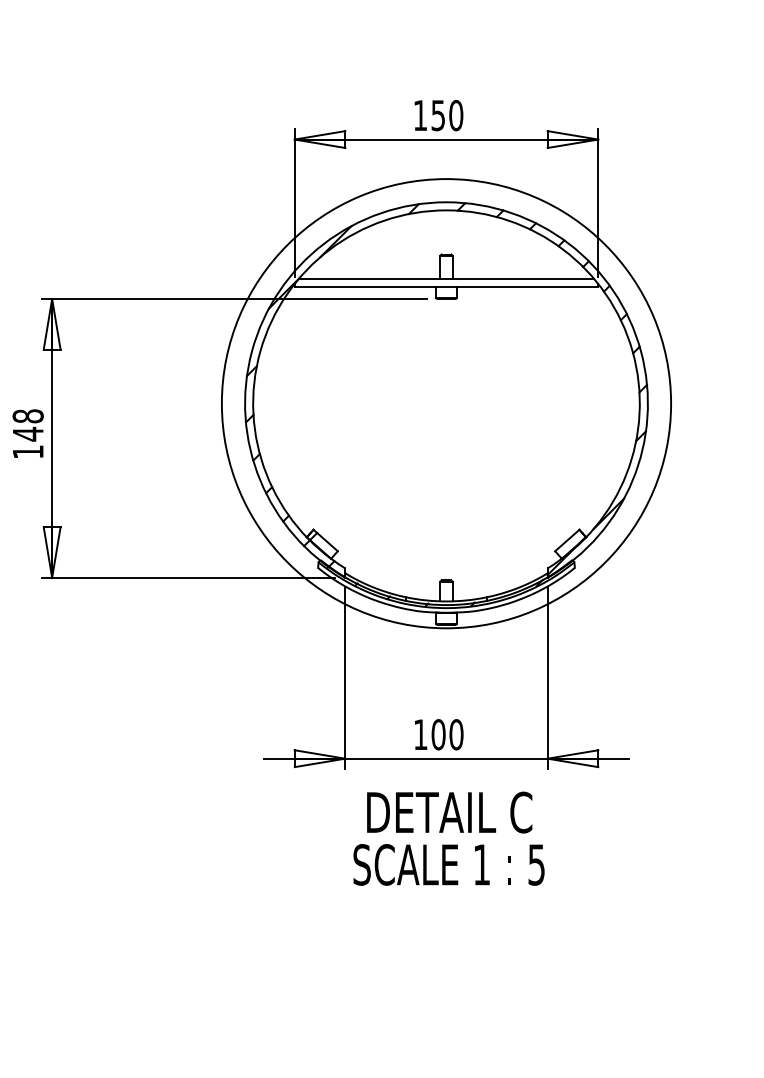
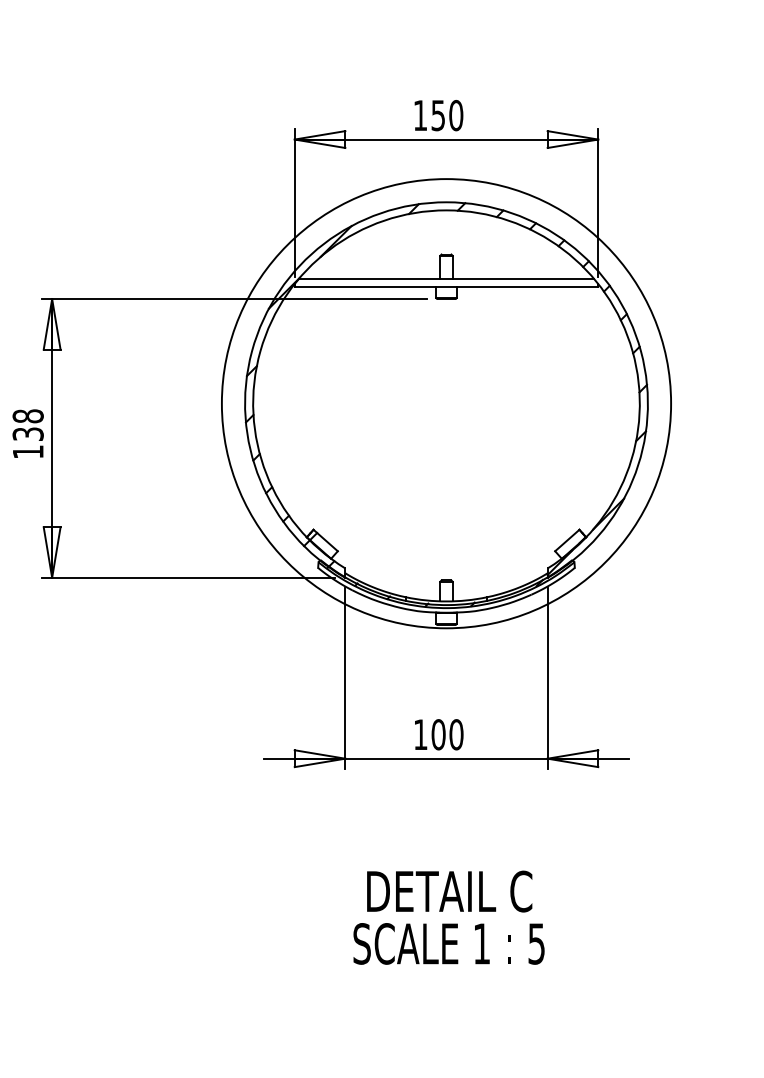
text at (27, 433): 148 -> 138
text at (448, 838) position: (448, 838) -> (448, 917)
